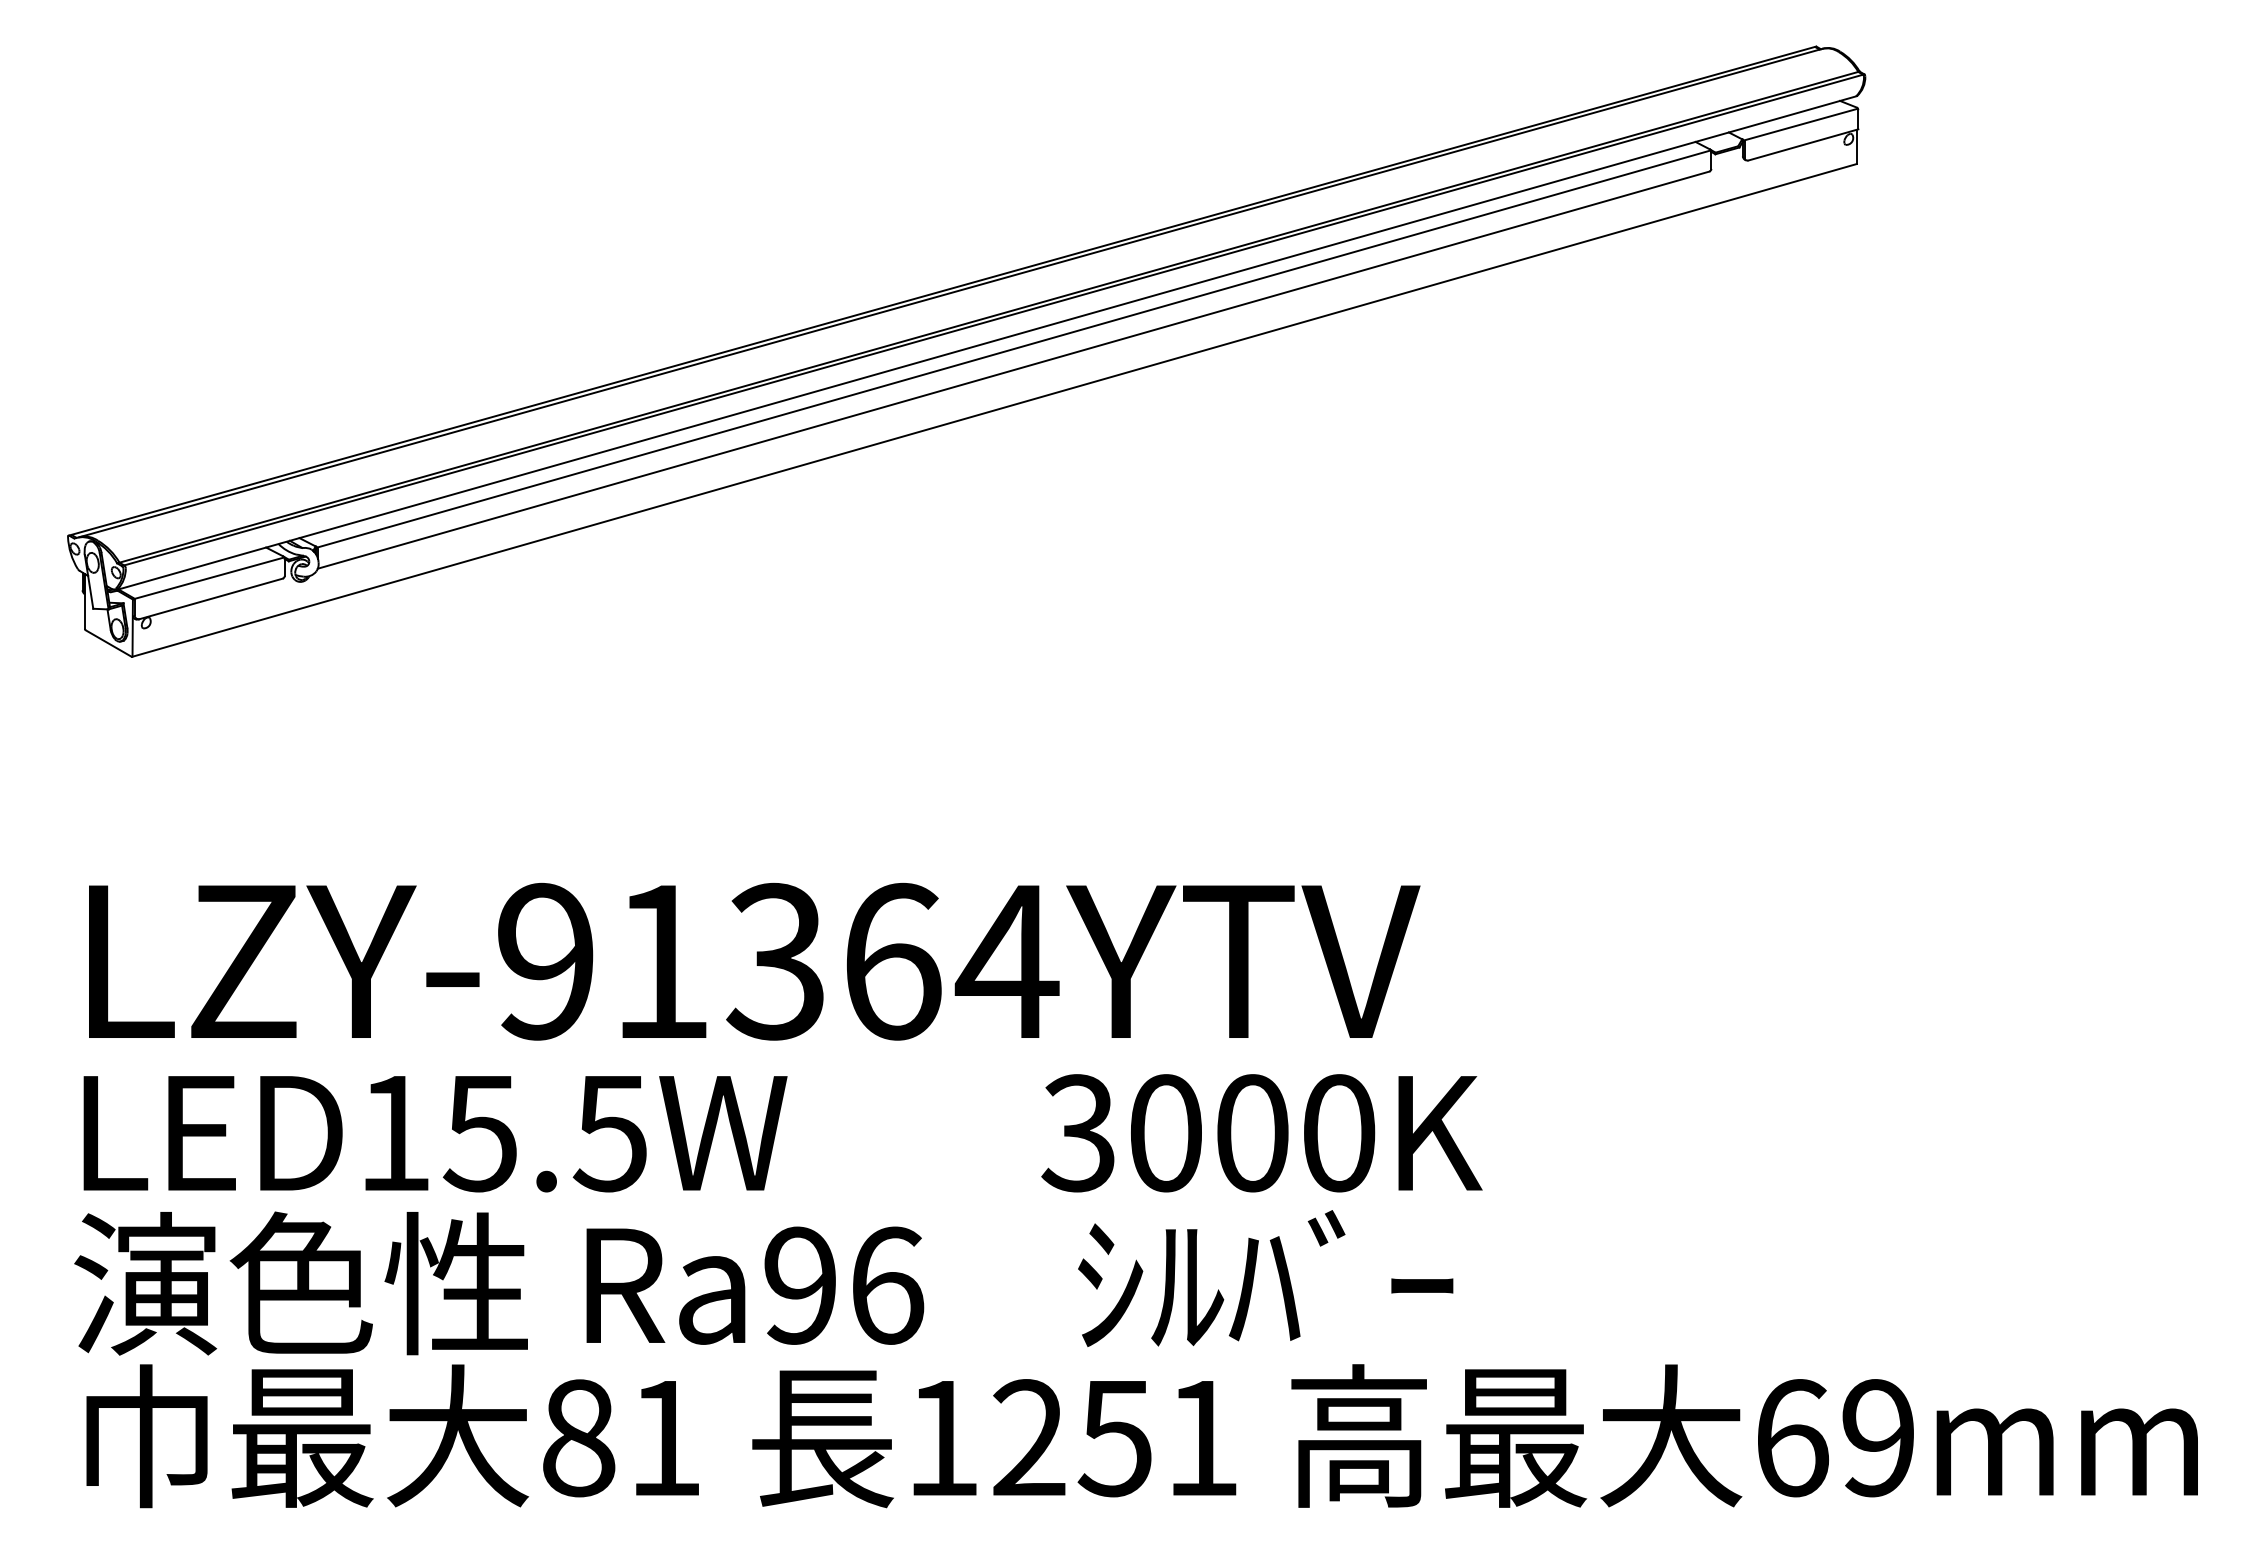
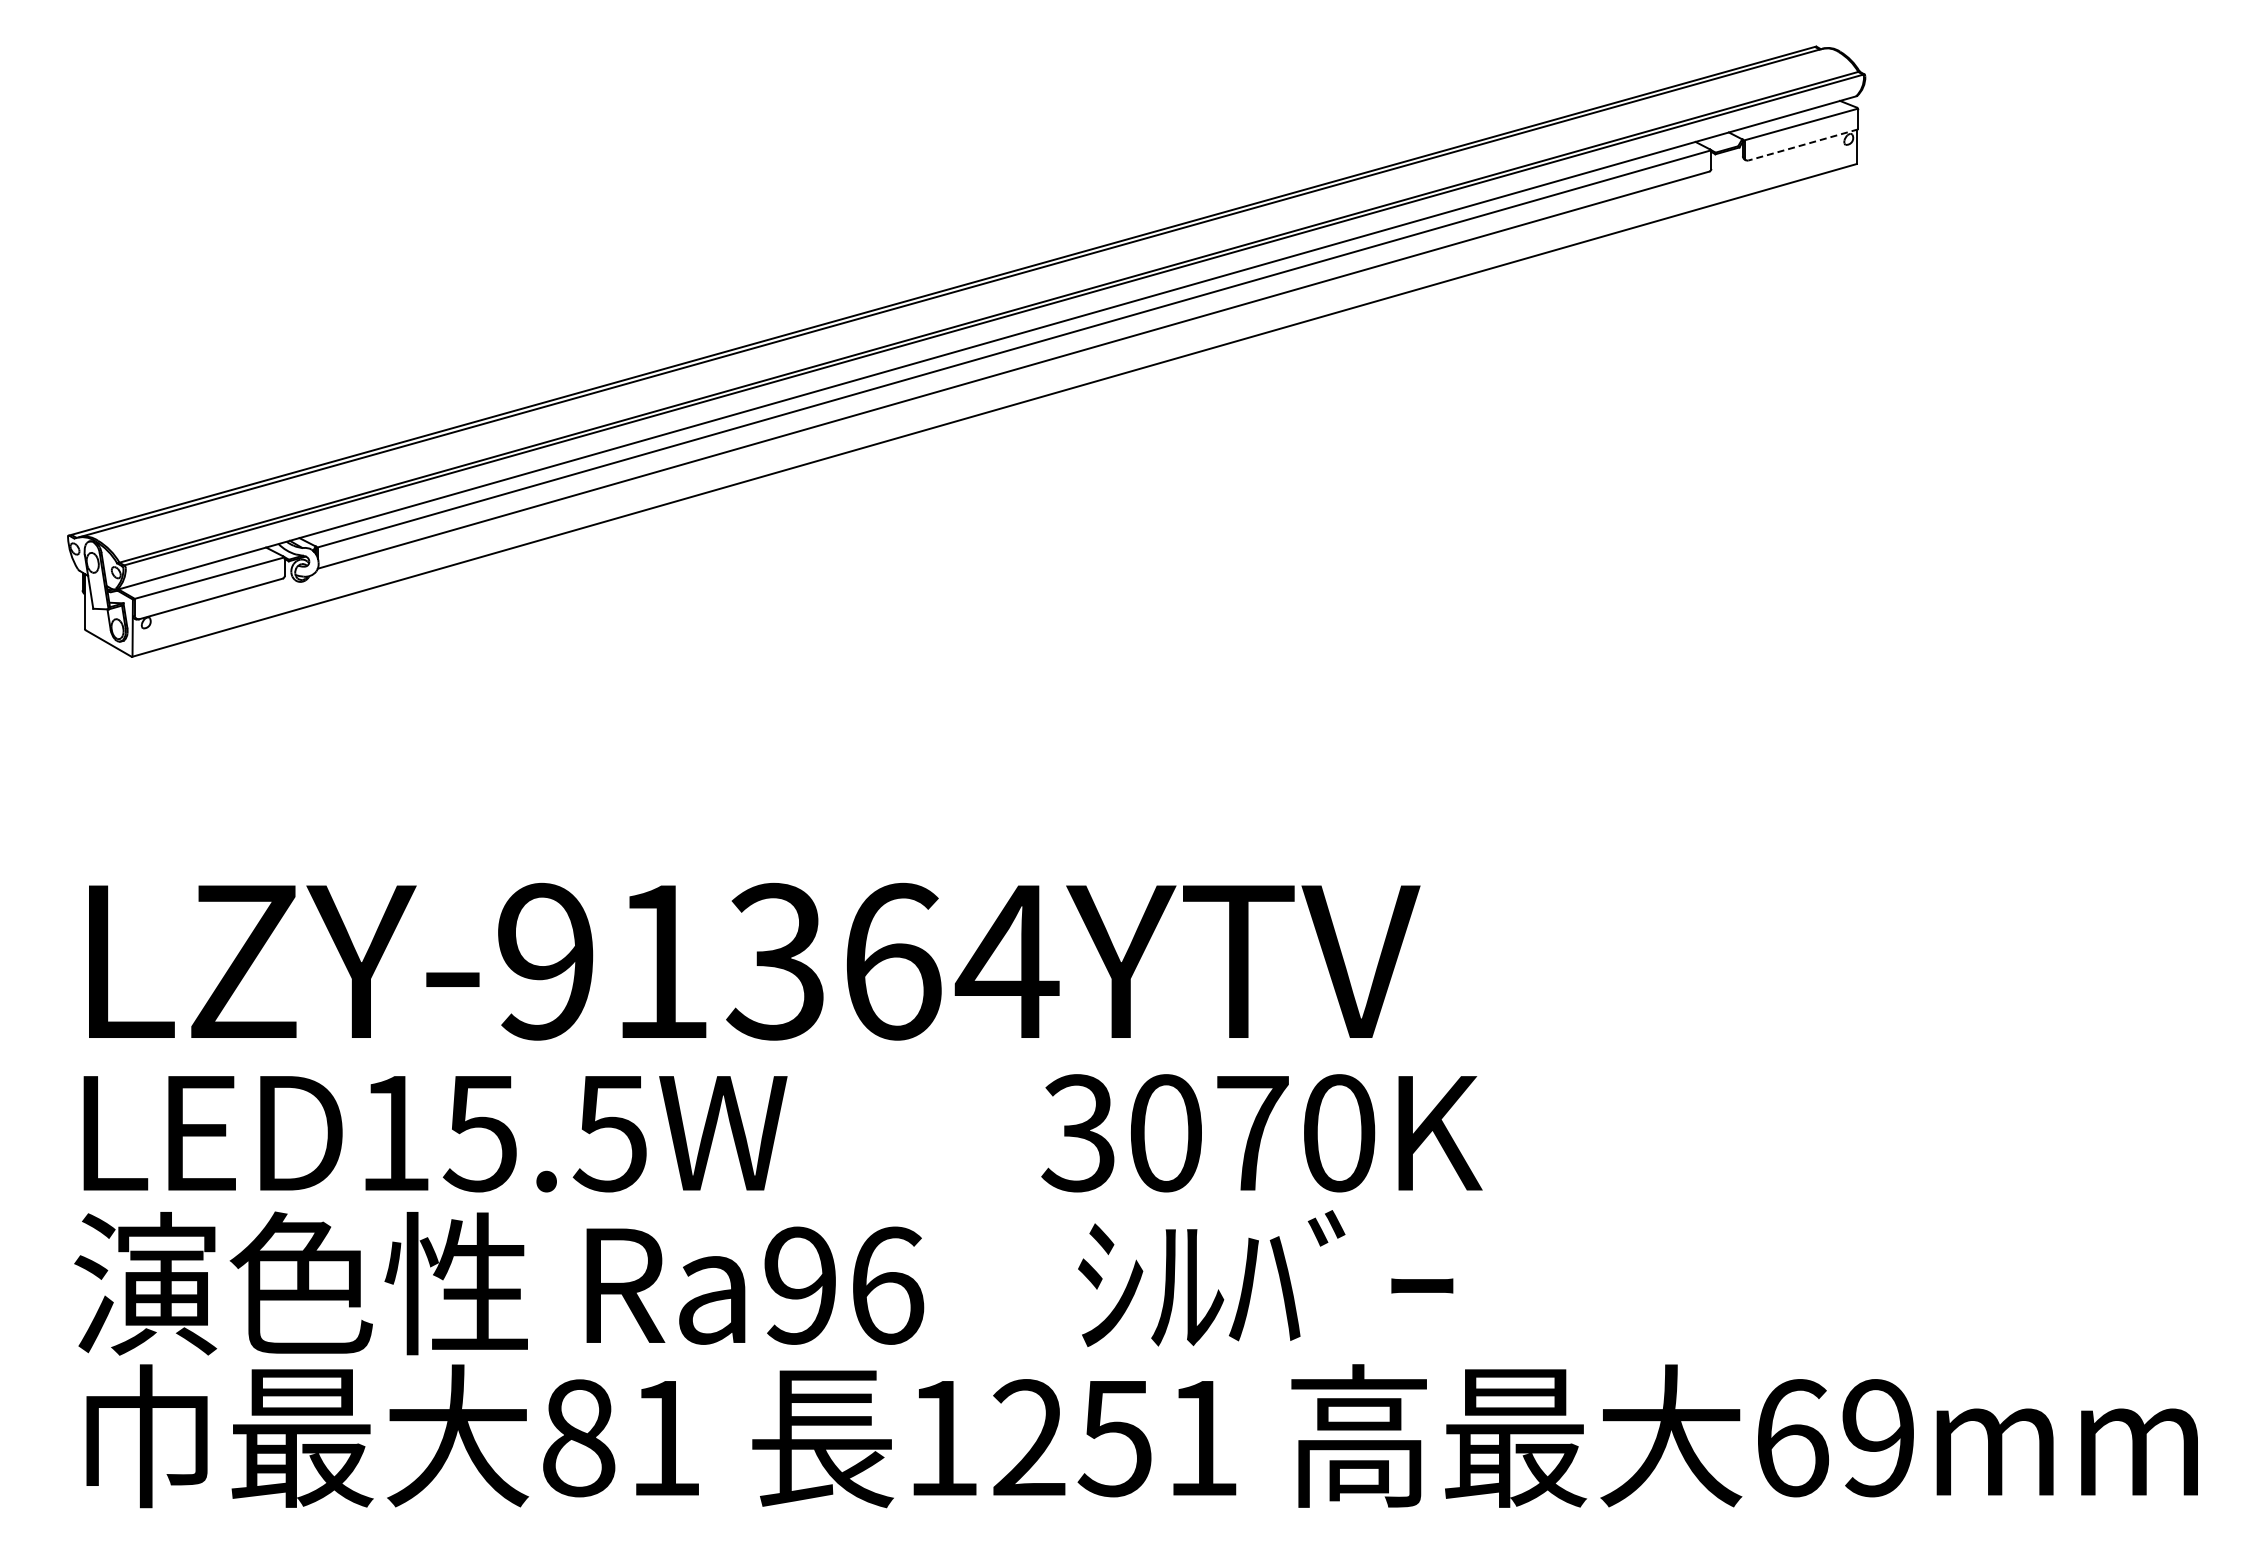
line at (1802, 145): solid -> dashed
text at (1252, 1133): 3000K -> 3070K
